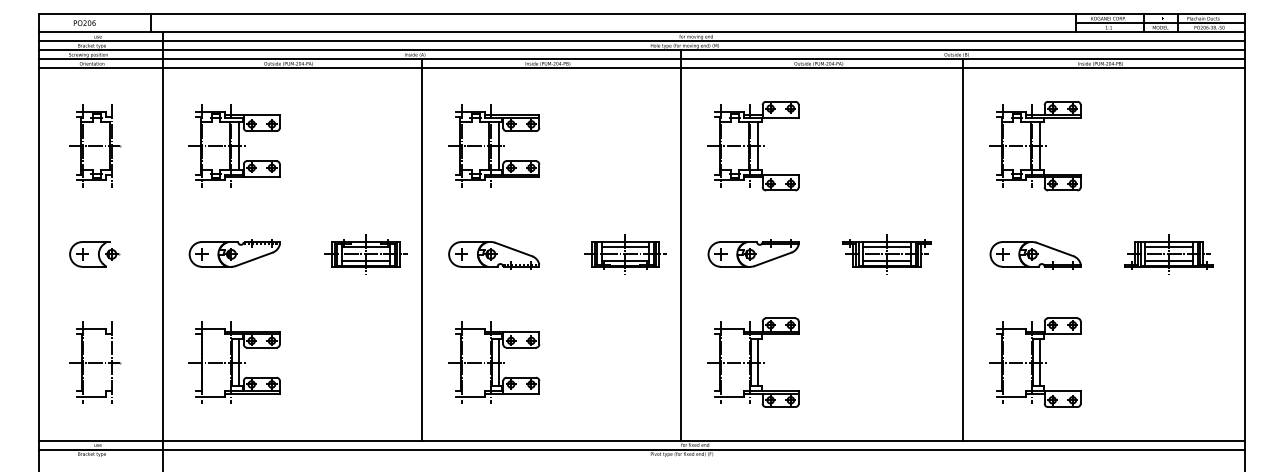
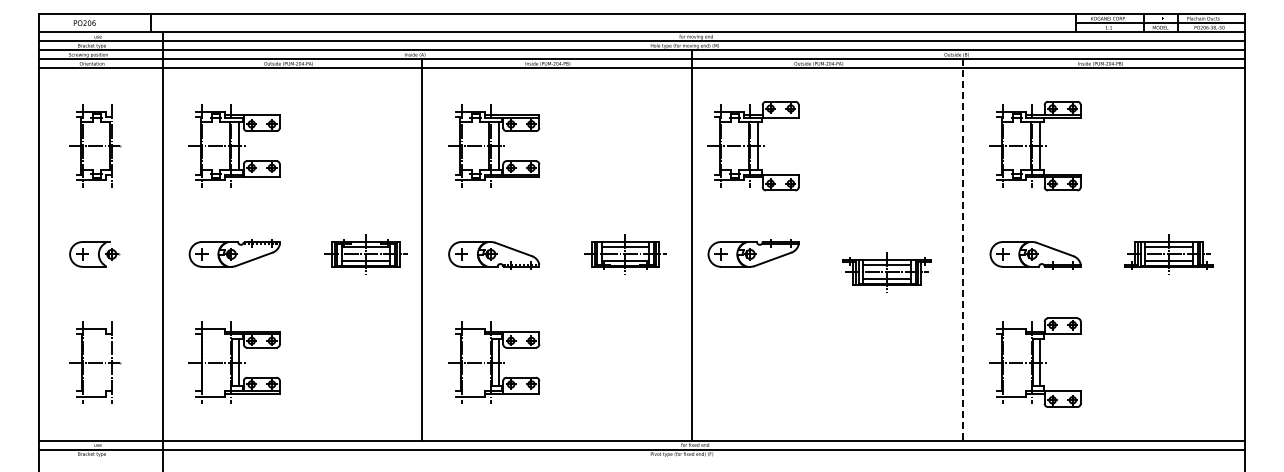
line at (681, 245) position: (681, 245) -> (692, 245)
line at (963, 249): solid -> dashed
part at (886, 254) position: (886, 254) -> (886, 272)
part at (753, 362): present -> none
